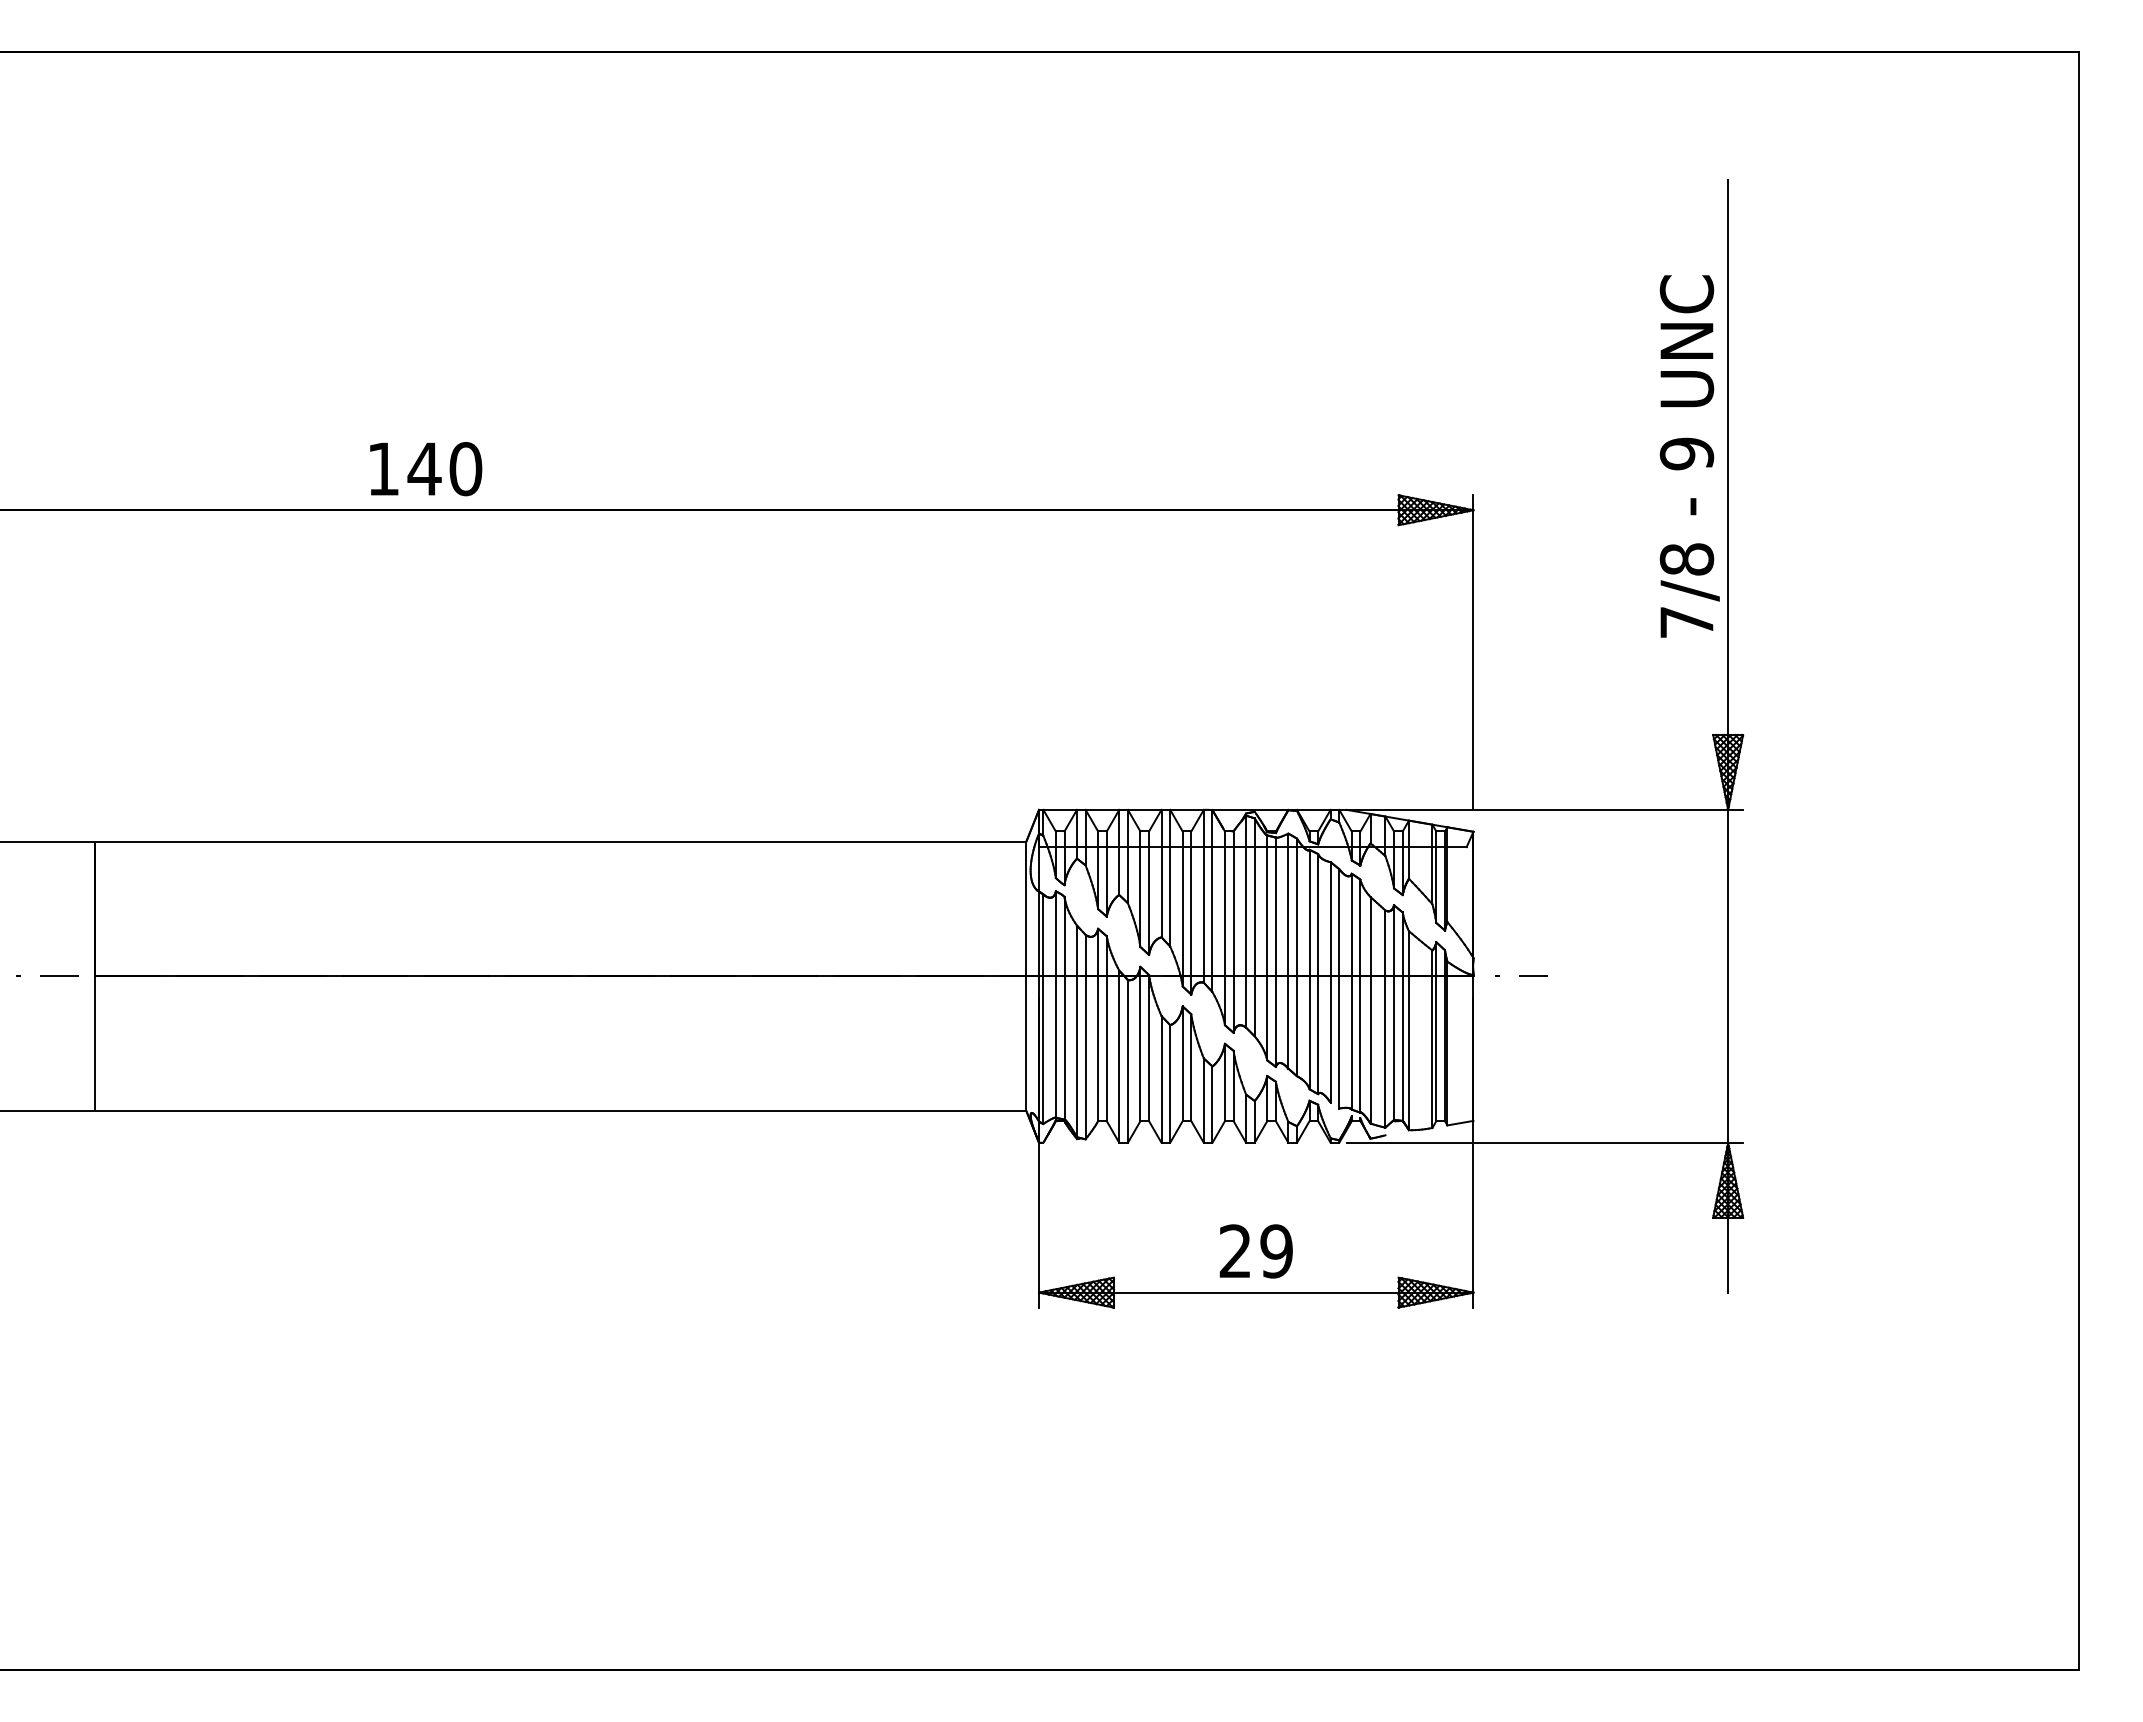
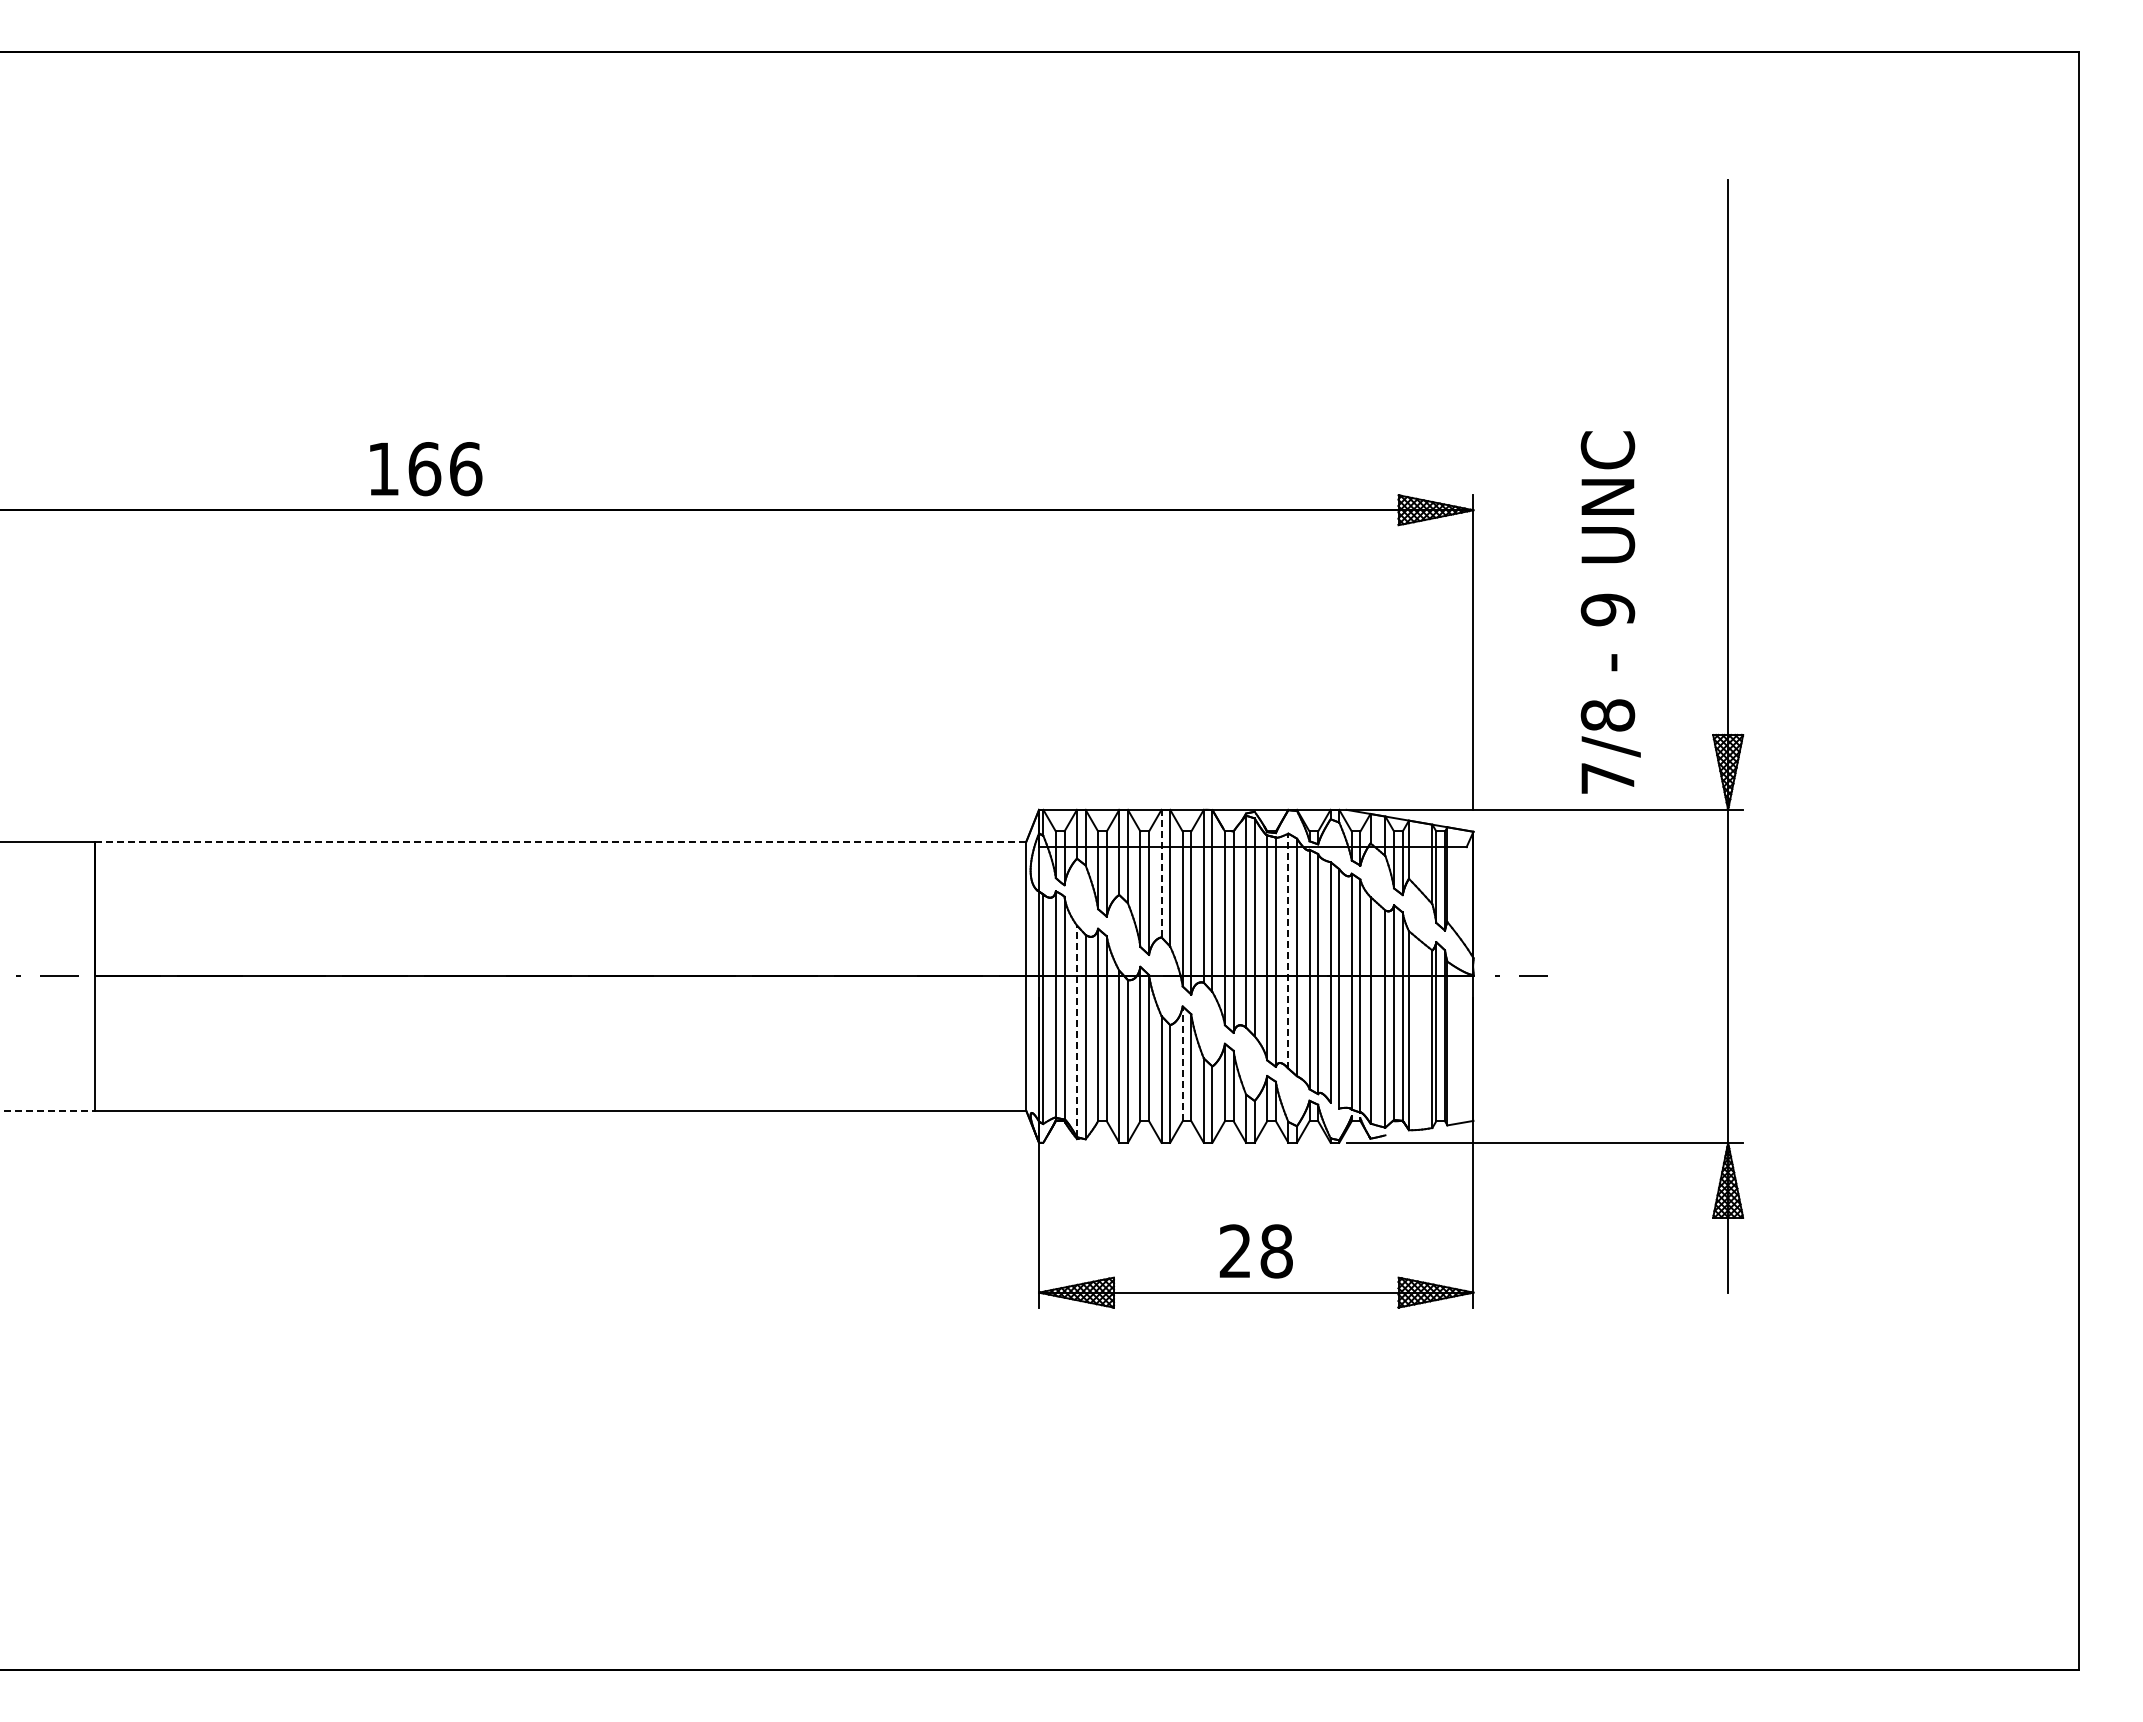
text at (1689, 456) position: (1689, 456) -> (1610, 612)
text at (444, 469): 140 -> 166
line at (560, 841): solid -> dashed
line at (1161, 873): solid -> dashed
line at (1288, 950): solid -> dashed
line at (1076, 1031): solid -> dashed
line at (1182, 1063): solid -> dashed
line at (48, 1111): solid -> dashed
text at (1276, 1251): 29 -> 28
